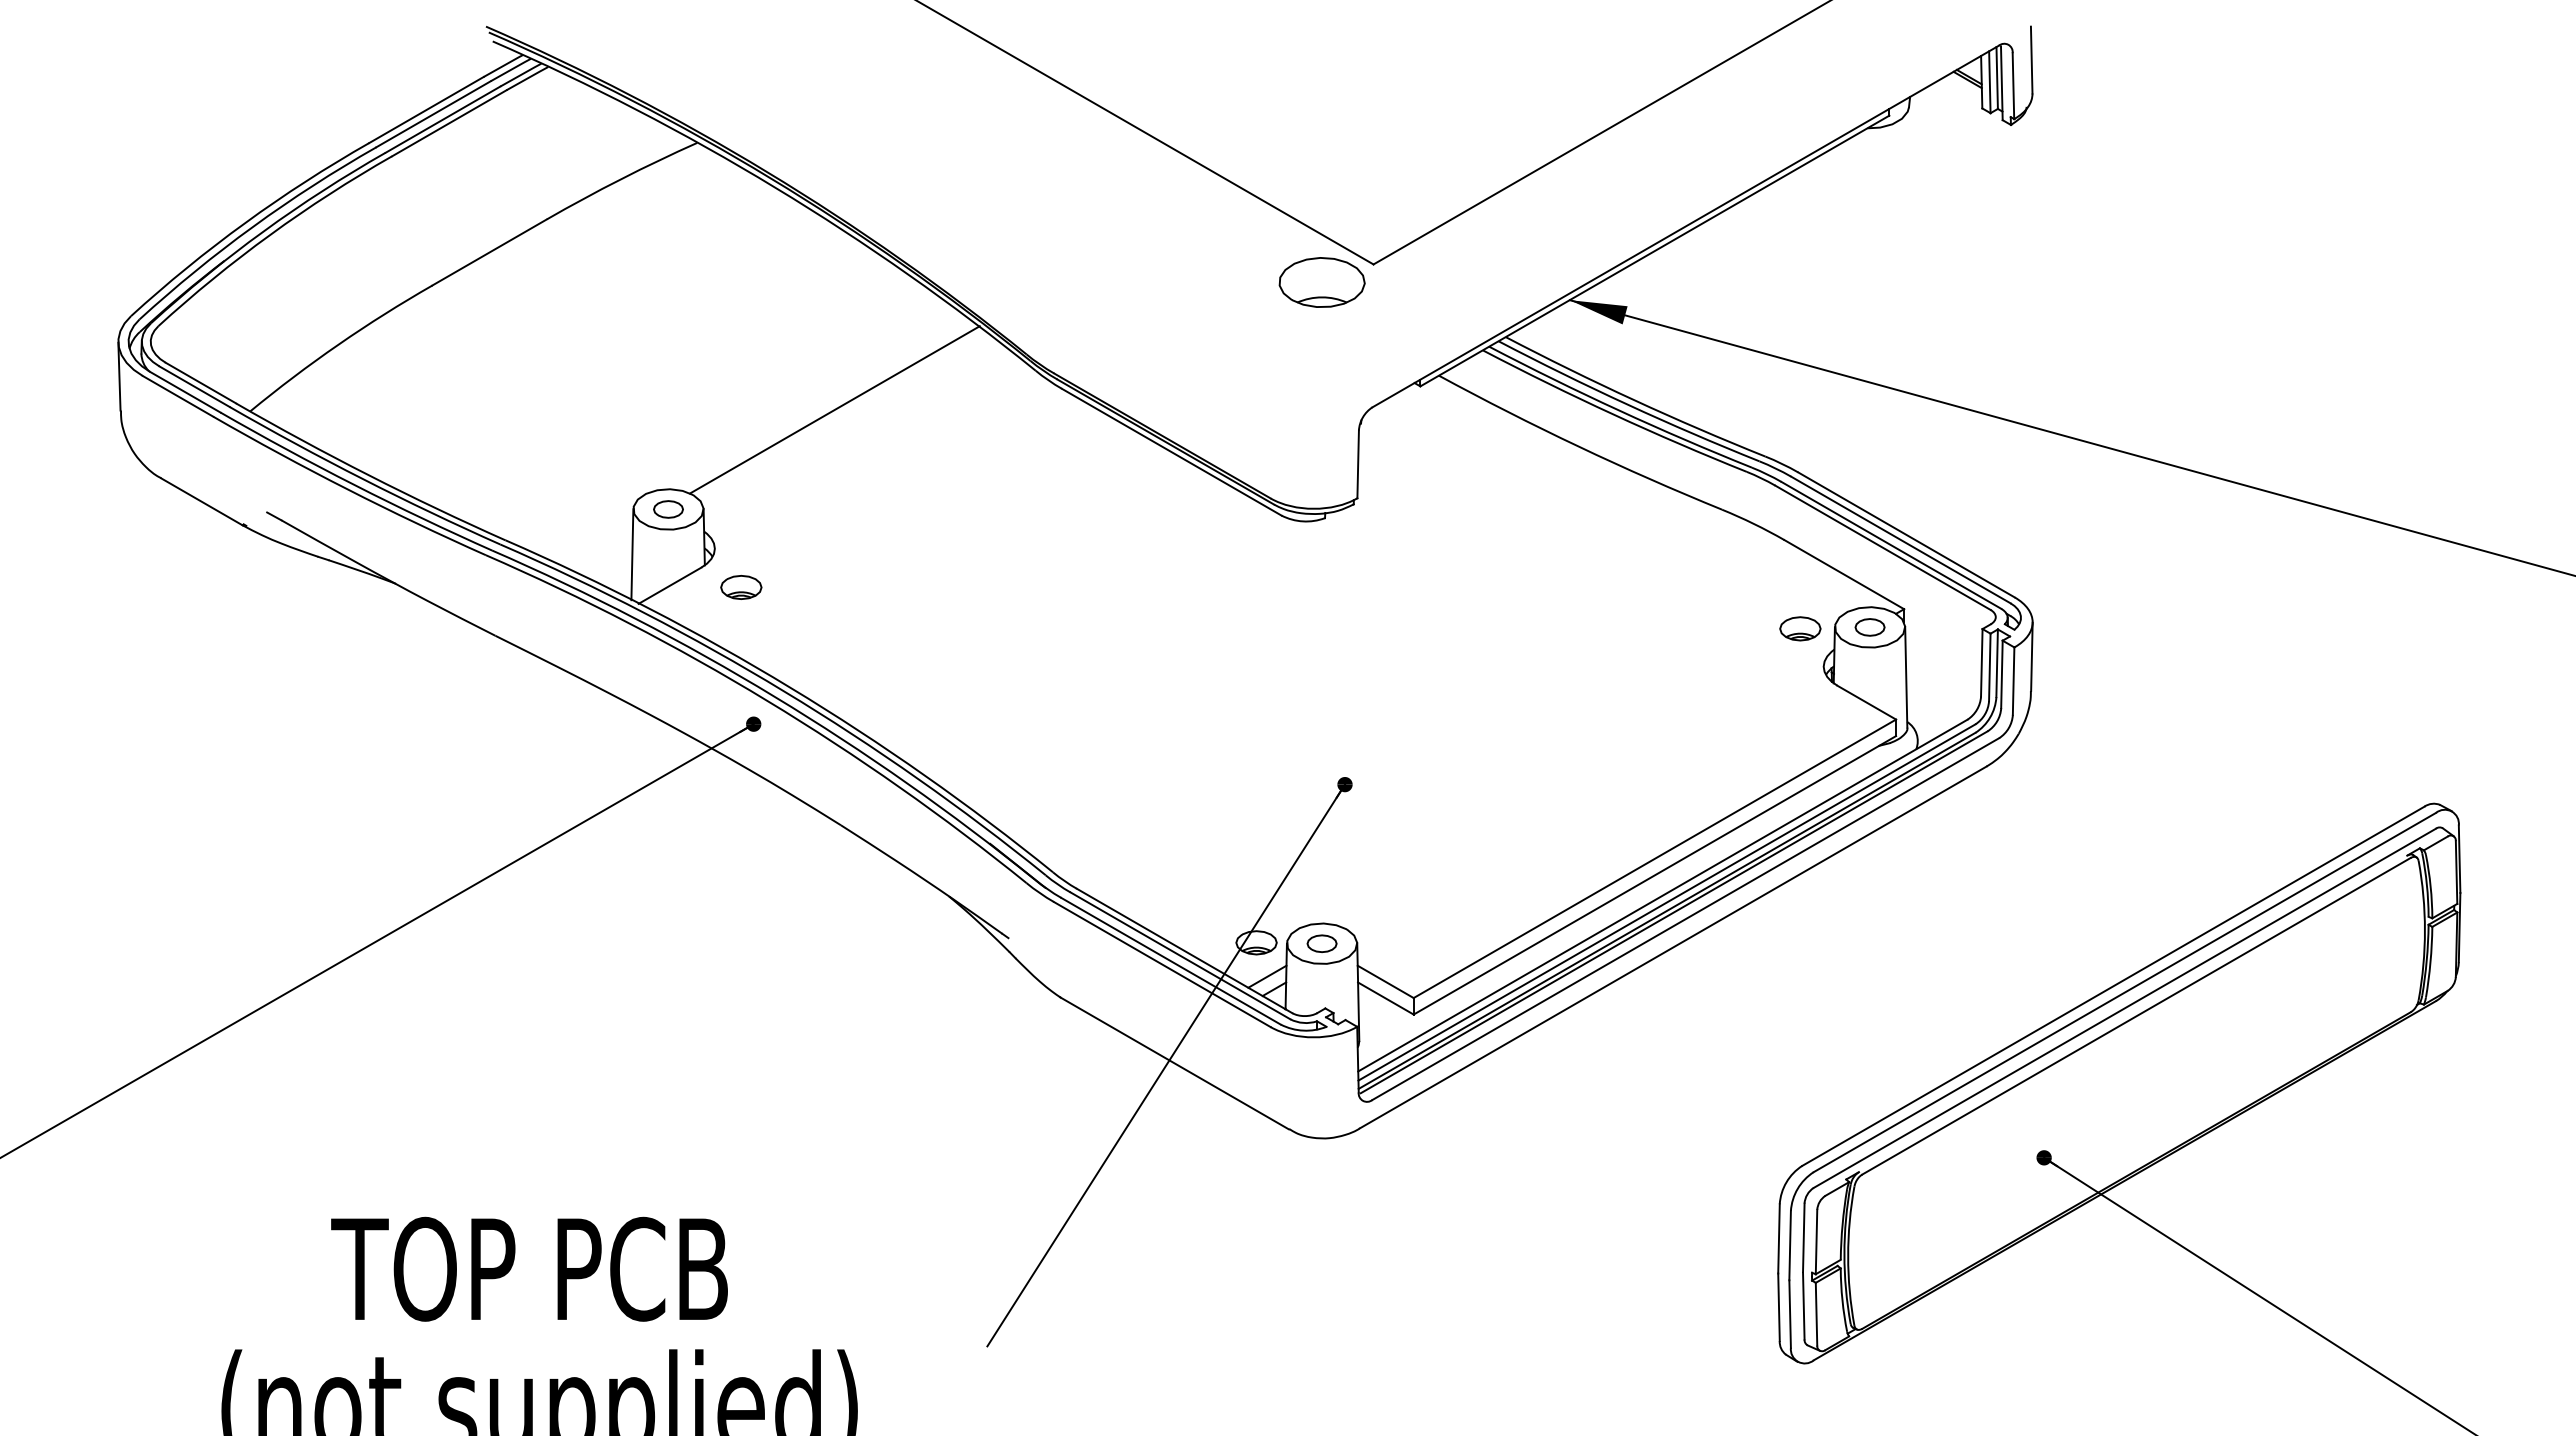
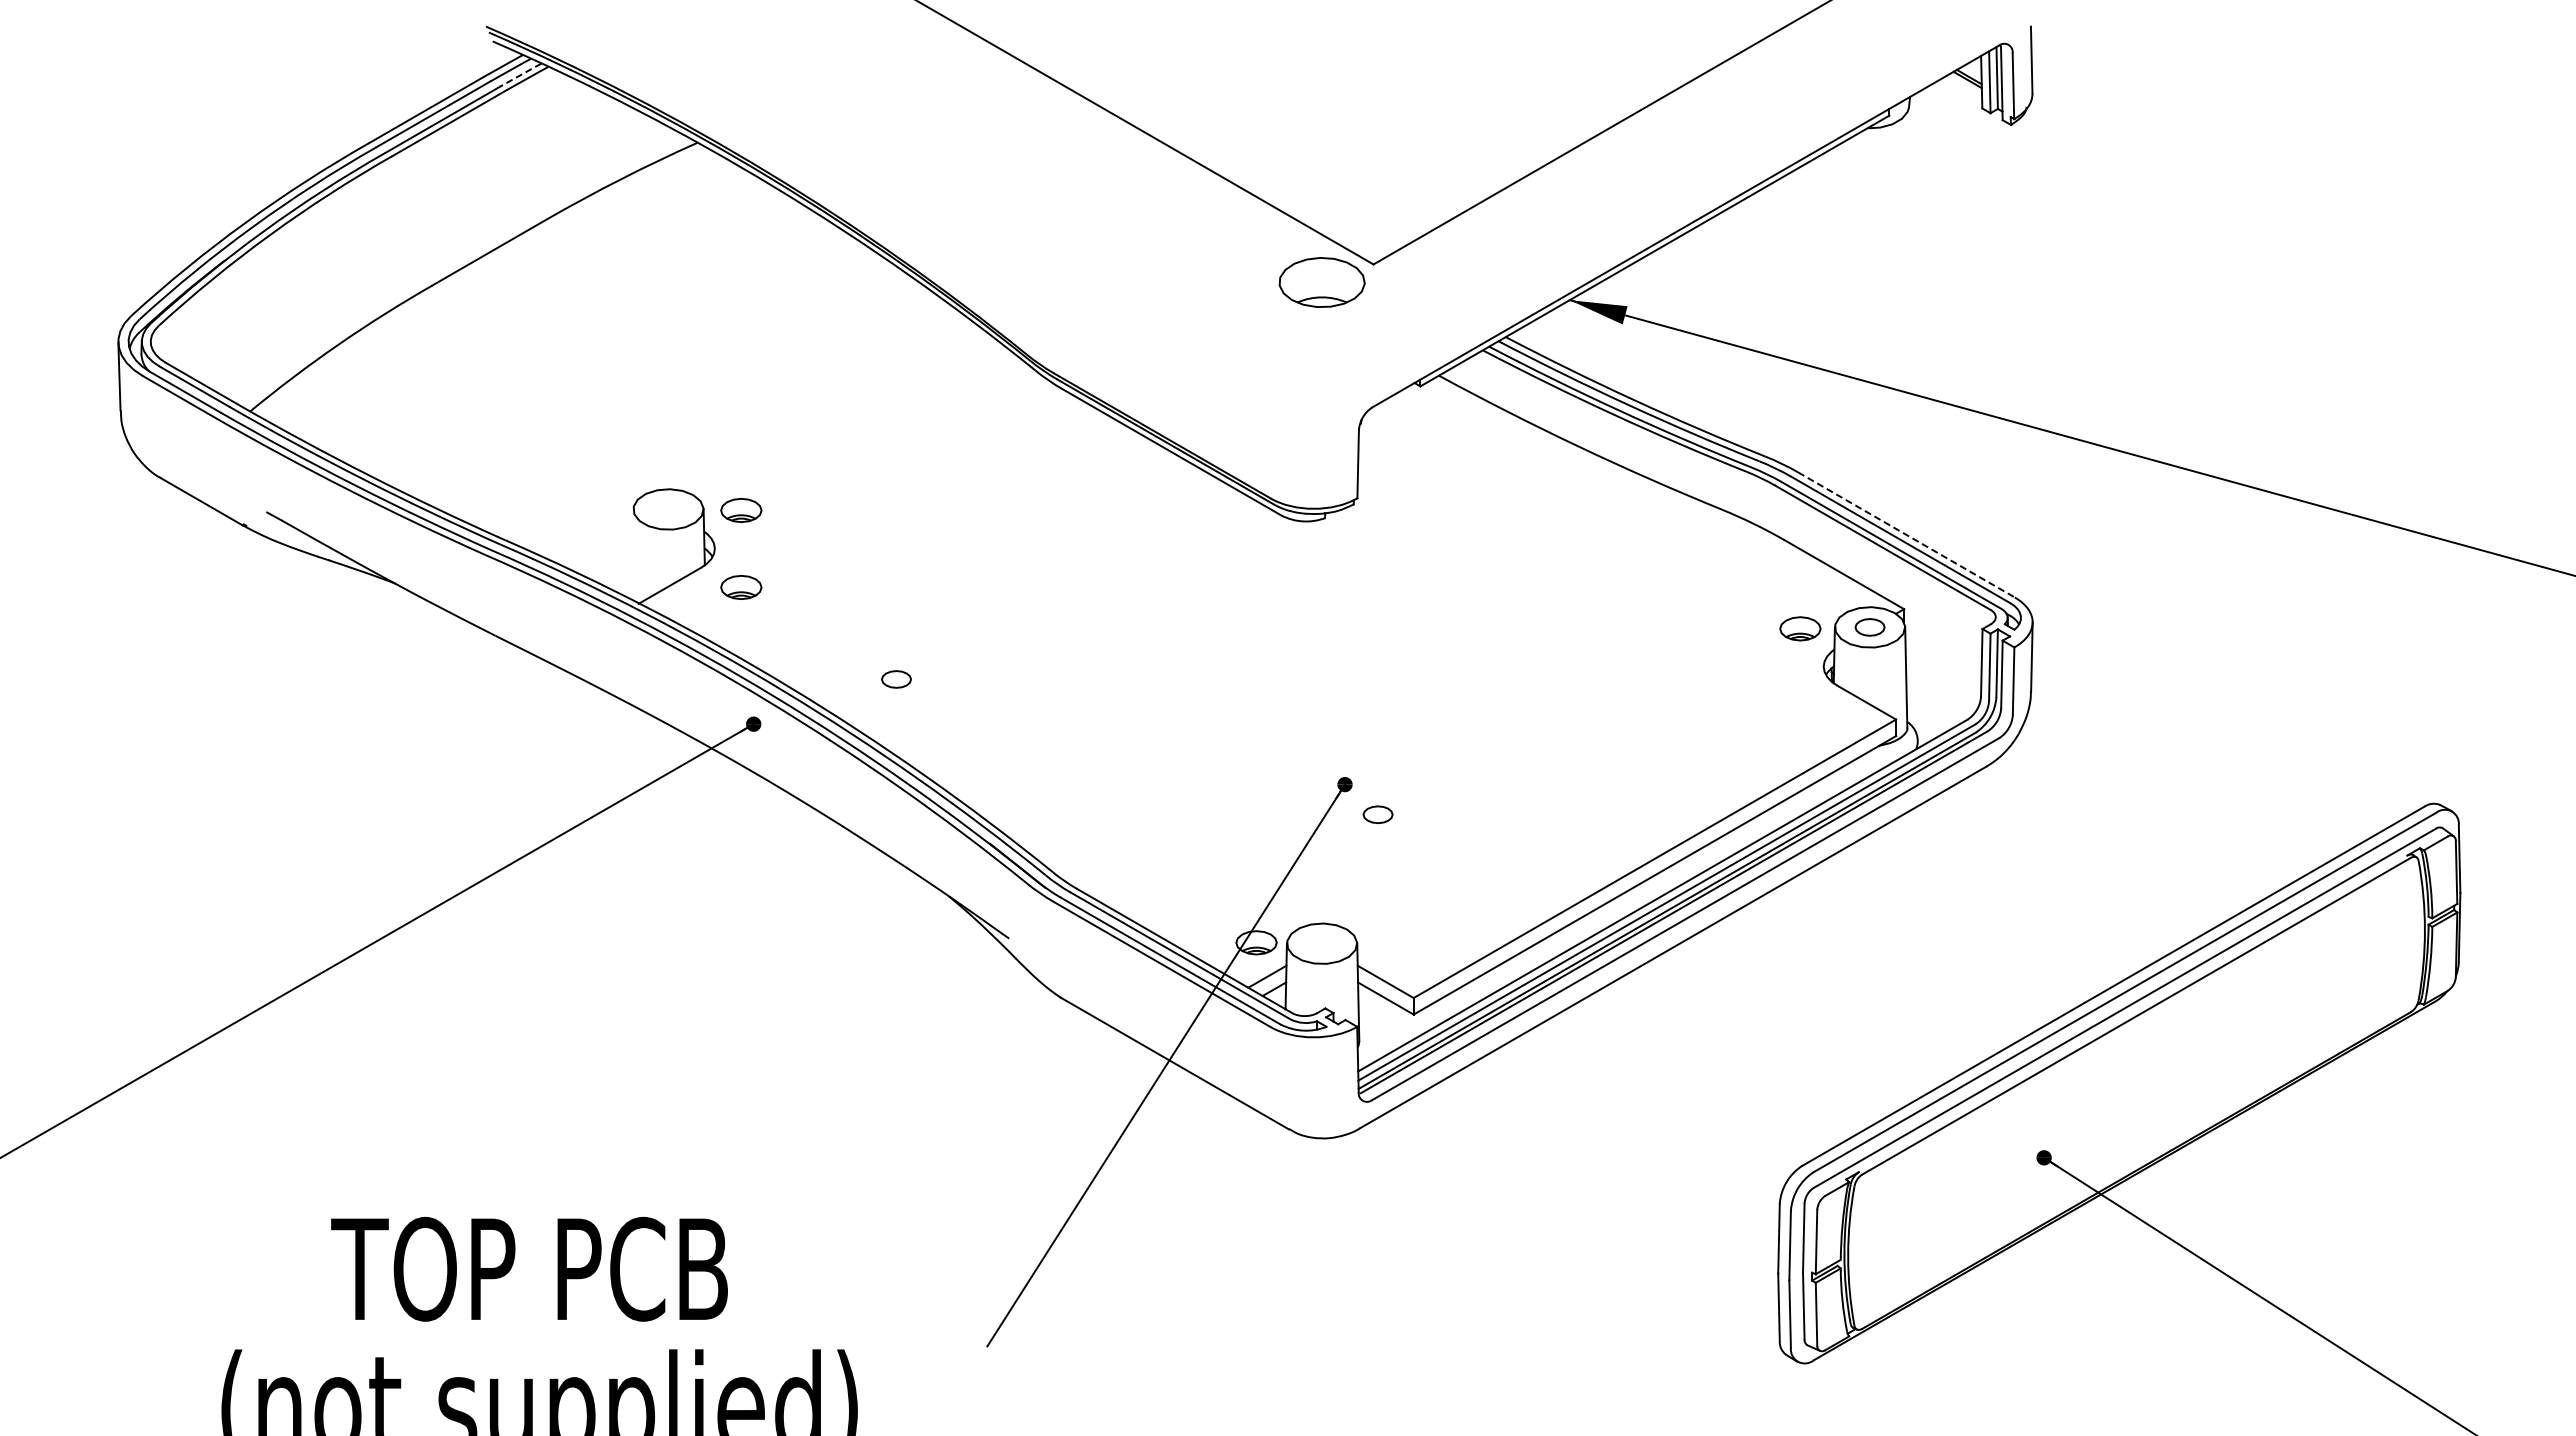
line at (521, 74): solid -> dashed
line at (834, 409): present -> none
part at (668, 509) position: (668, 509) -> (896, 679)
part at (741, 510): none -> present
line at (1906, 535): solid -> dashed
line at (632, 554): present -> none
part at (1321, 943) position: (1321, 943) -> (1377, 814)
